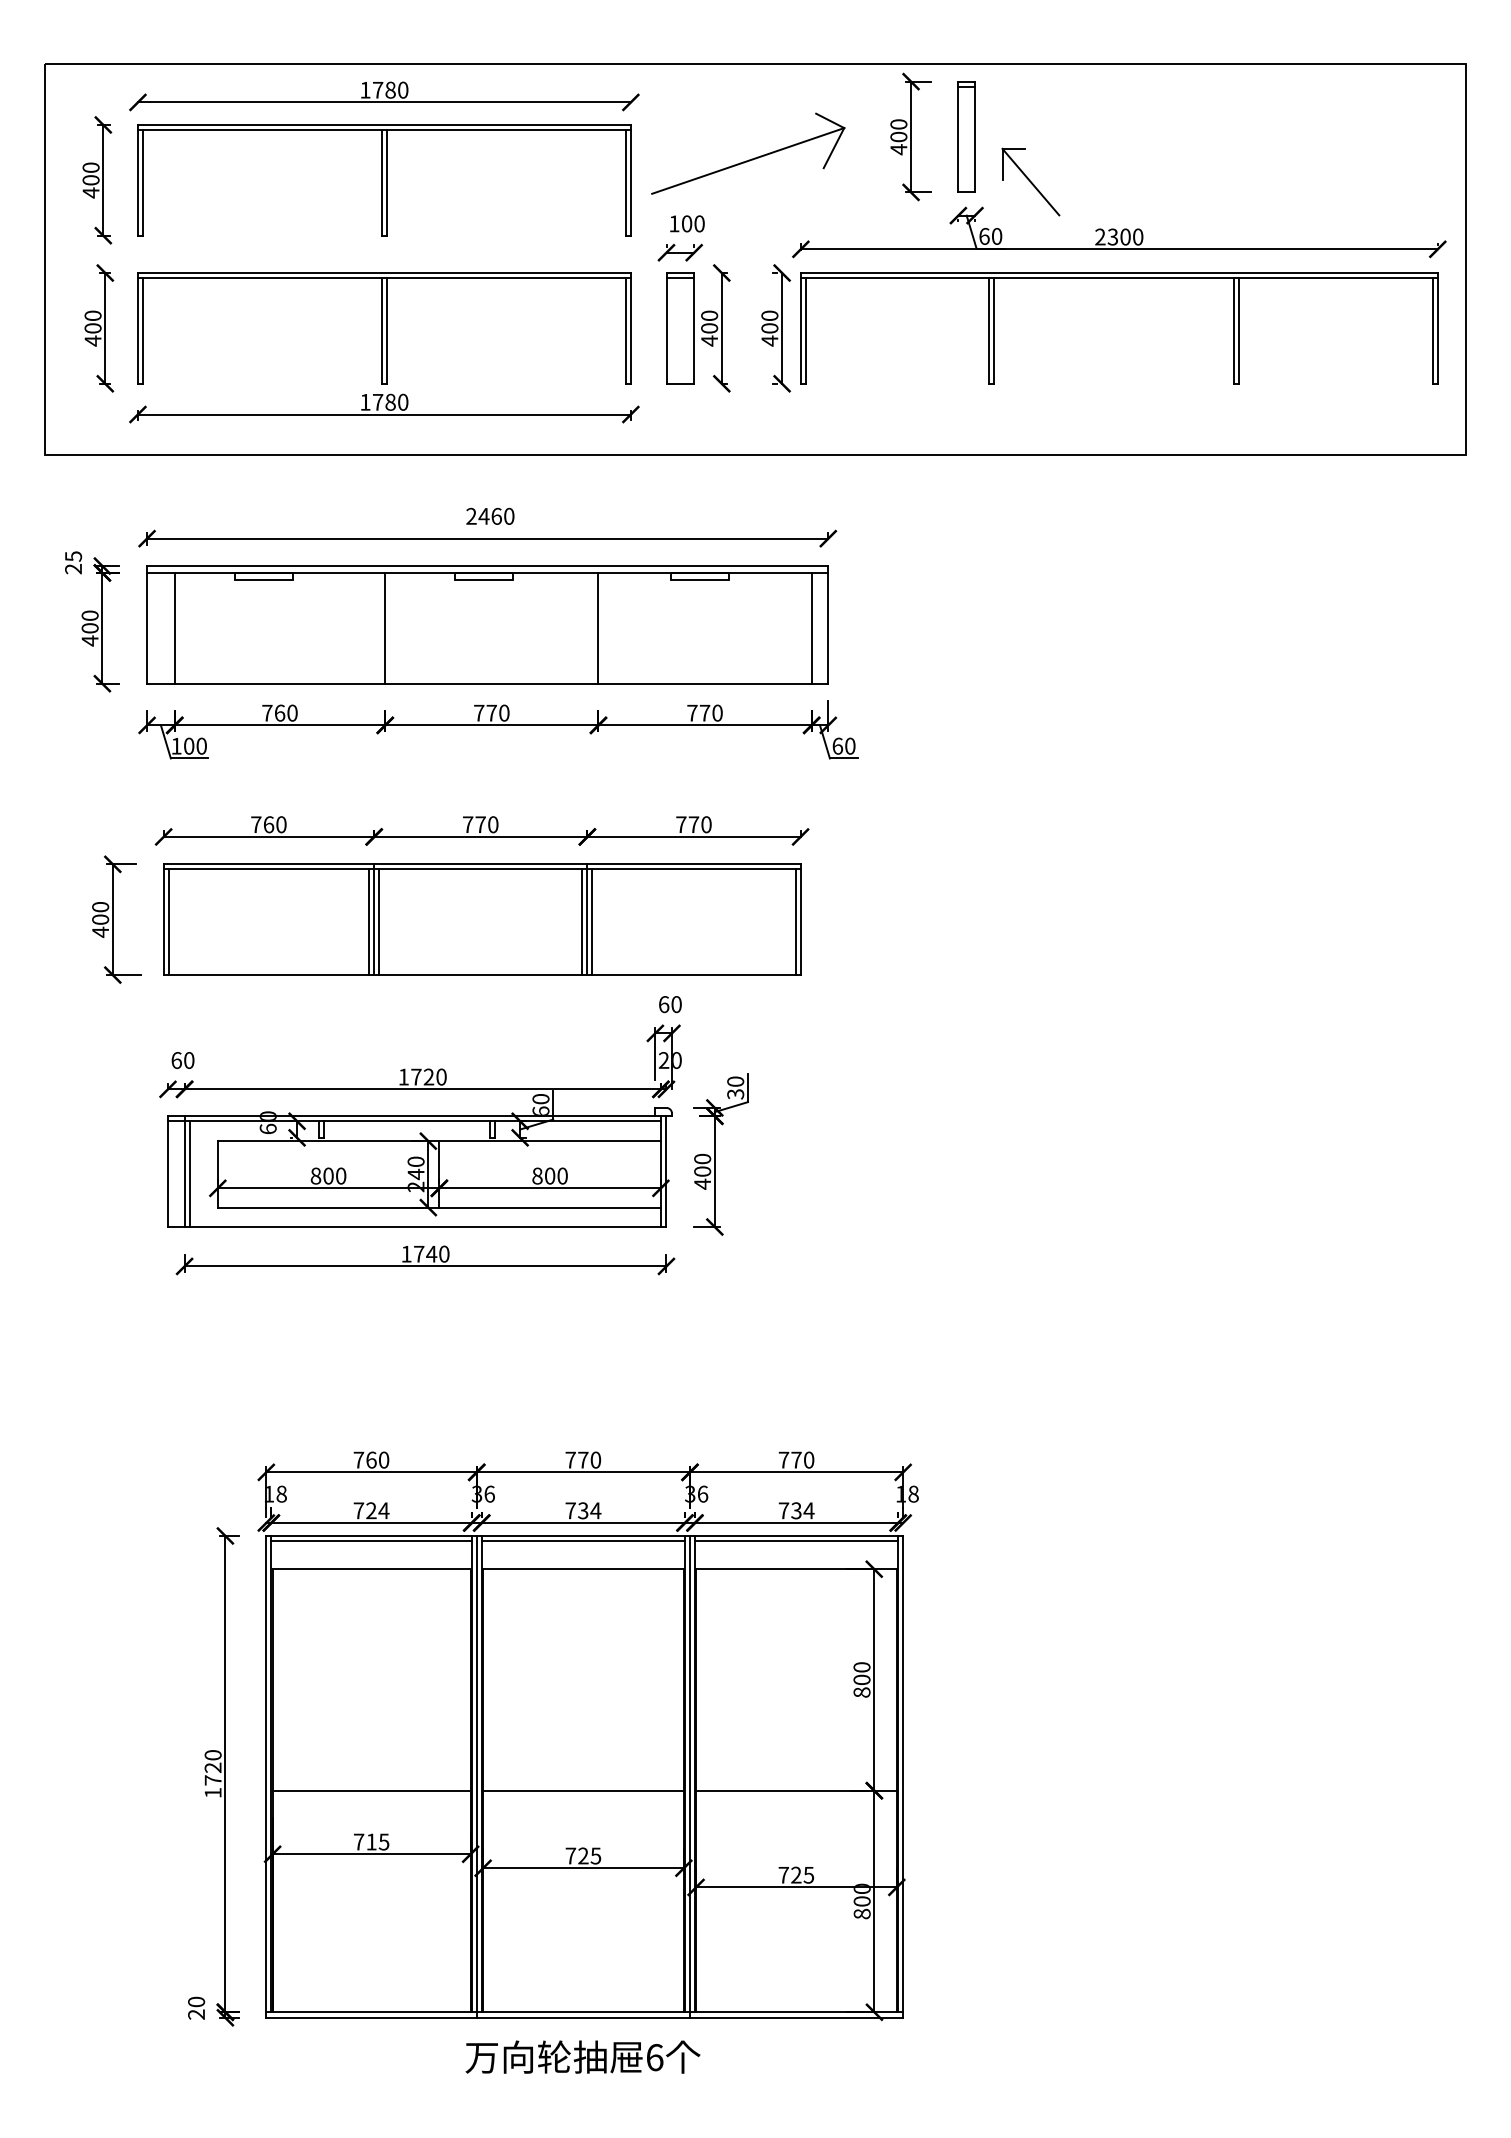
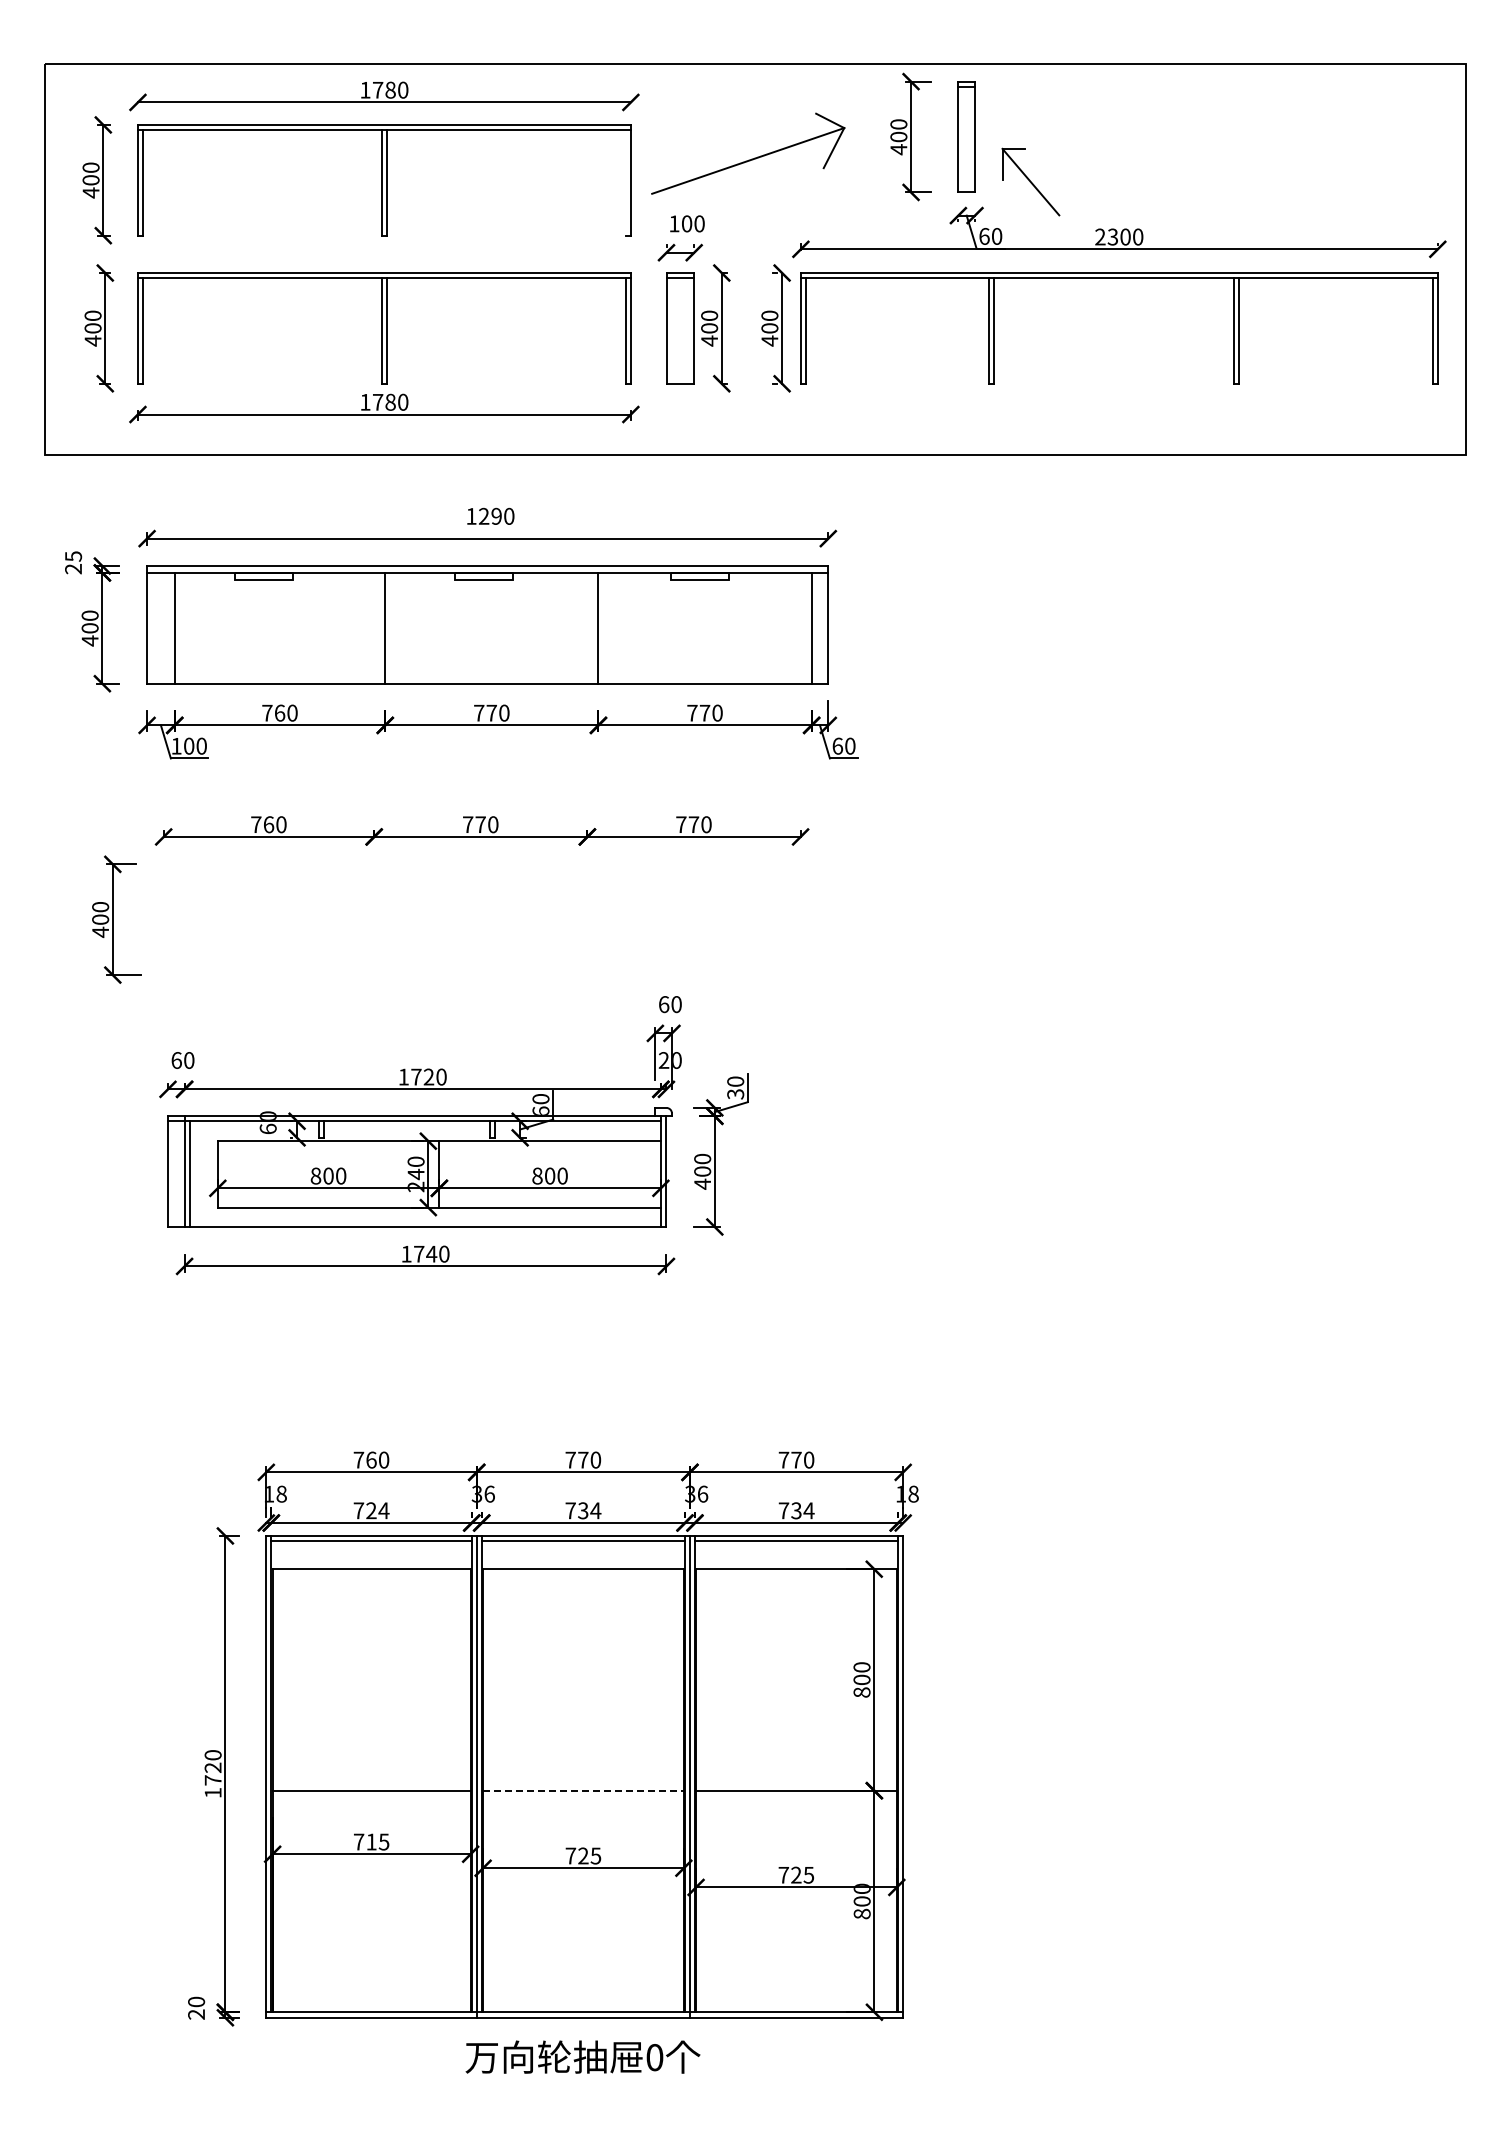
line at (625, 182): present -> none
text at (483, 515): 2460 -> 1290
part at (482, 919): present -> none
line at (584, 1790): solid -> dashed
text at (654, 2057): 6 -> 0
